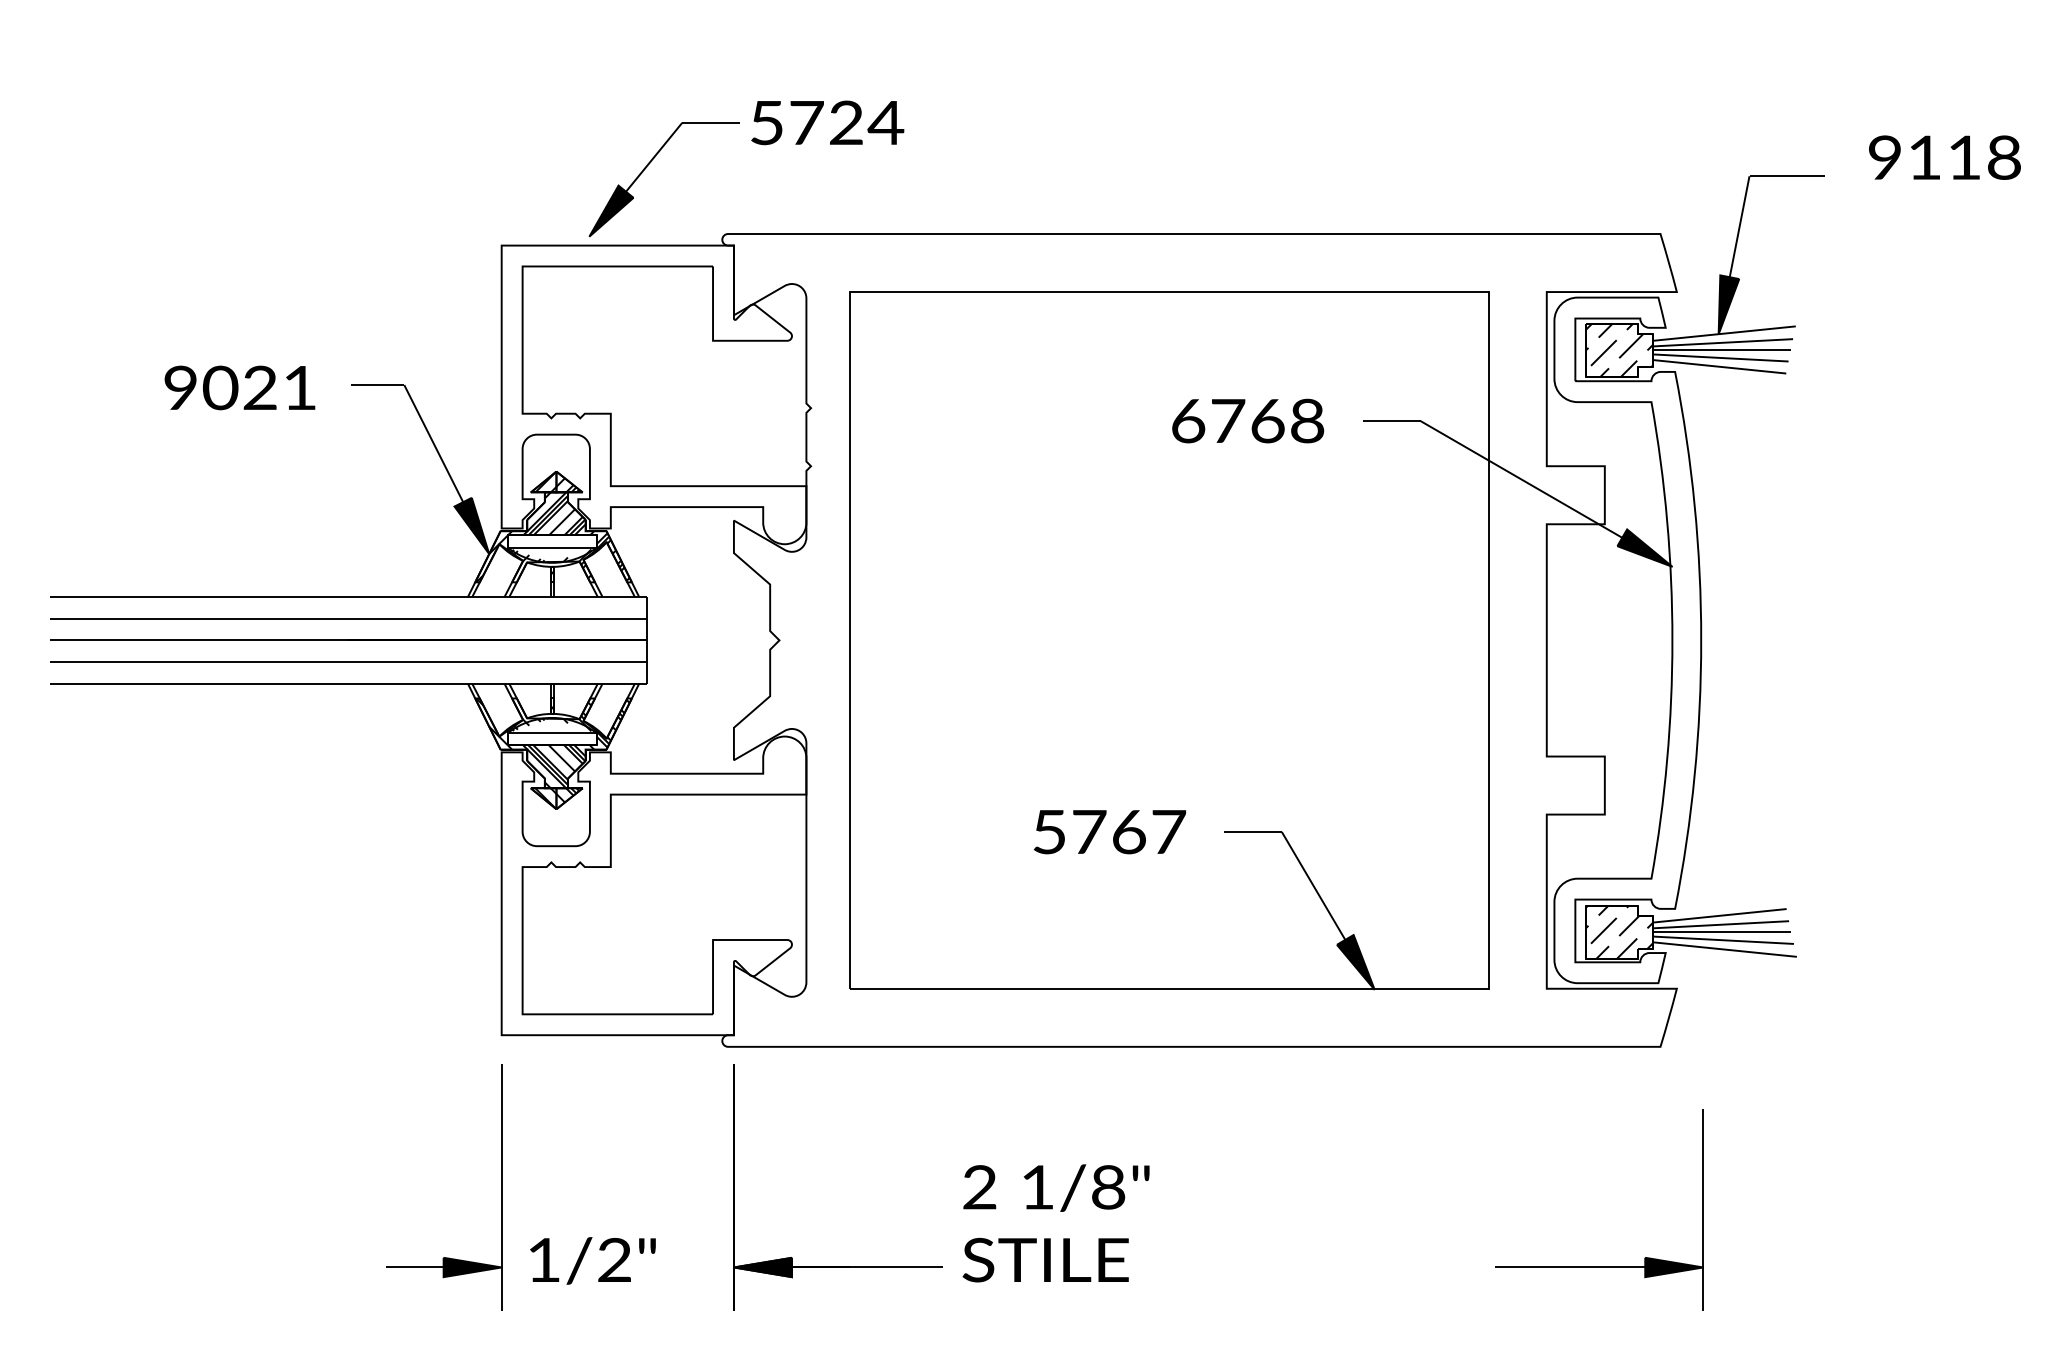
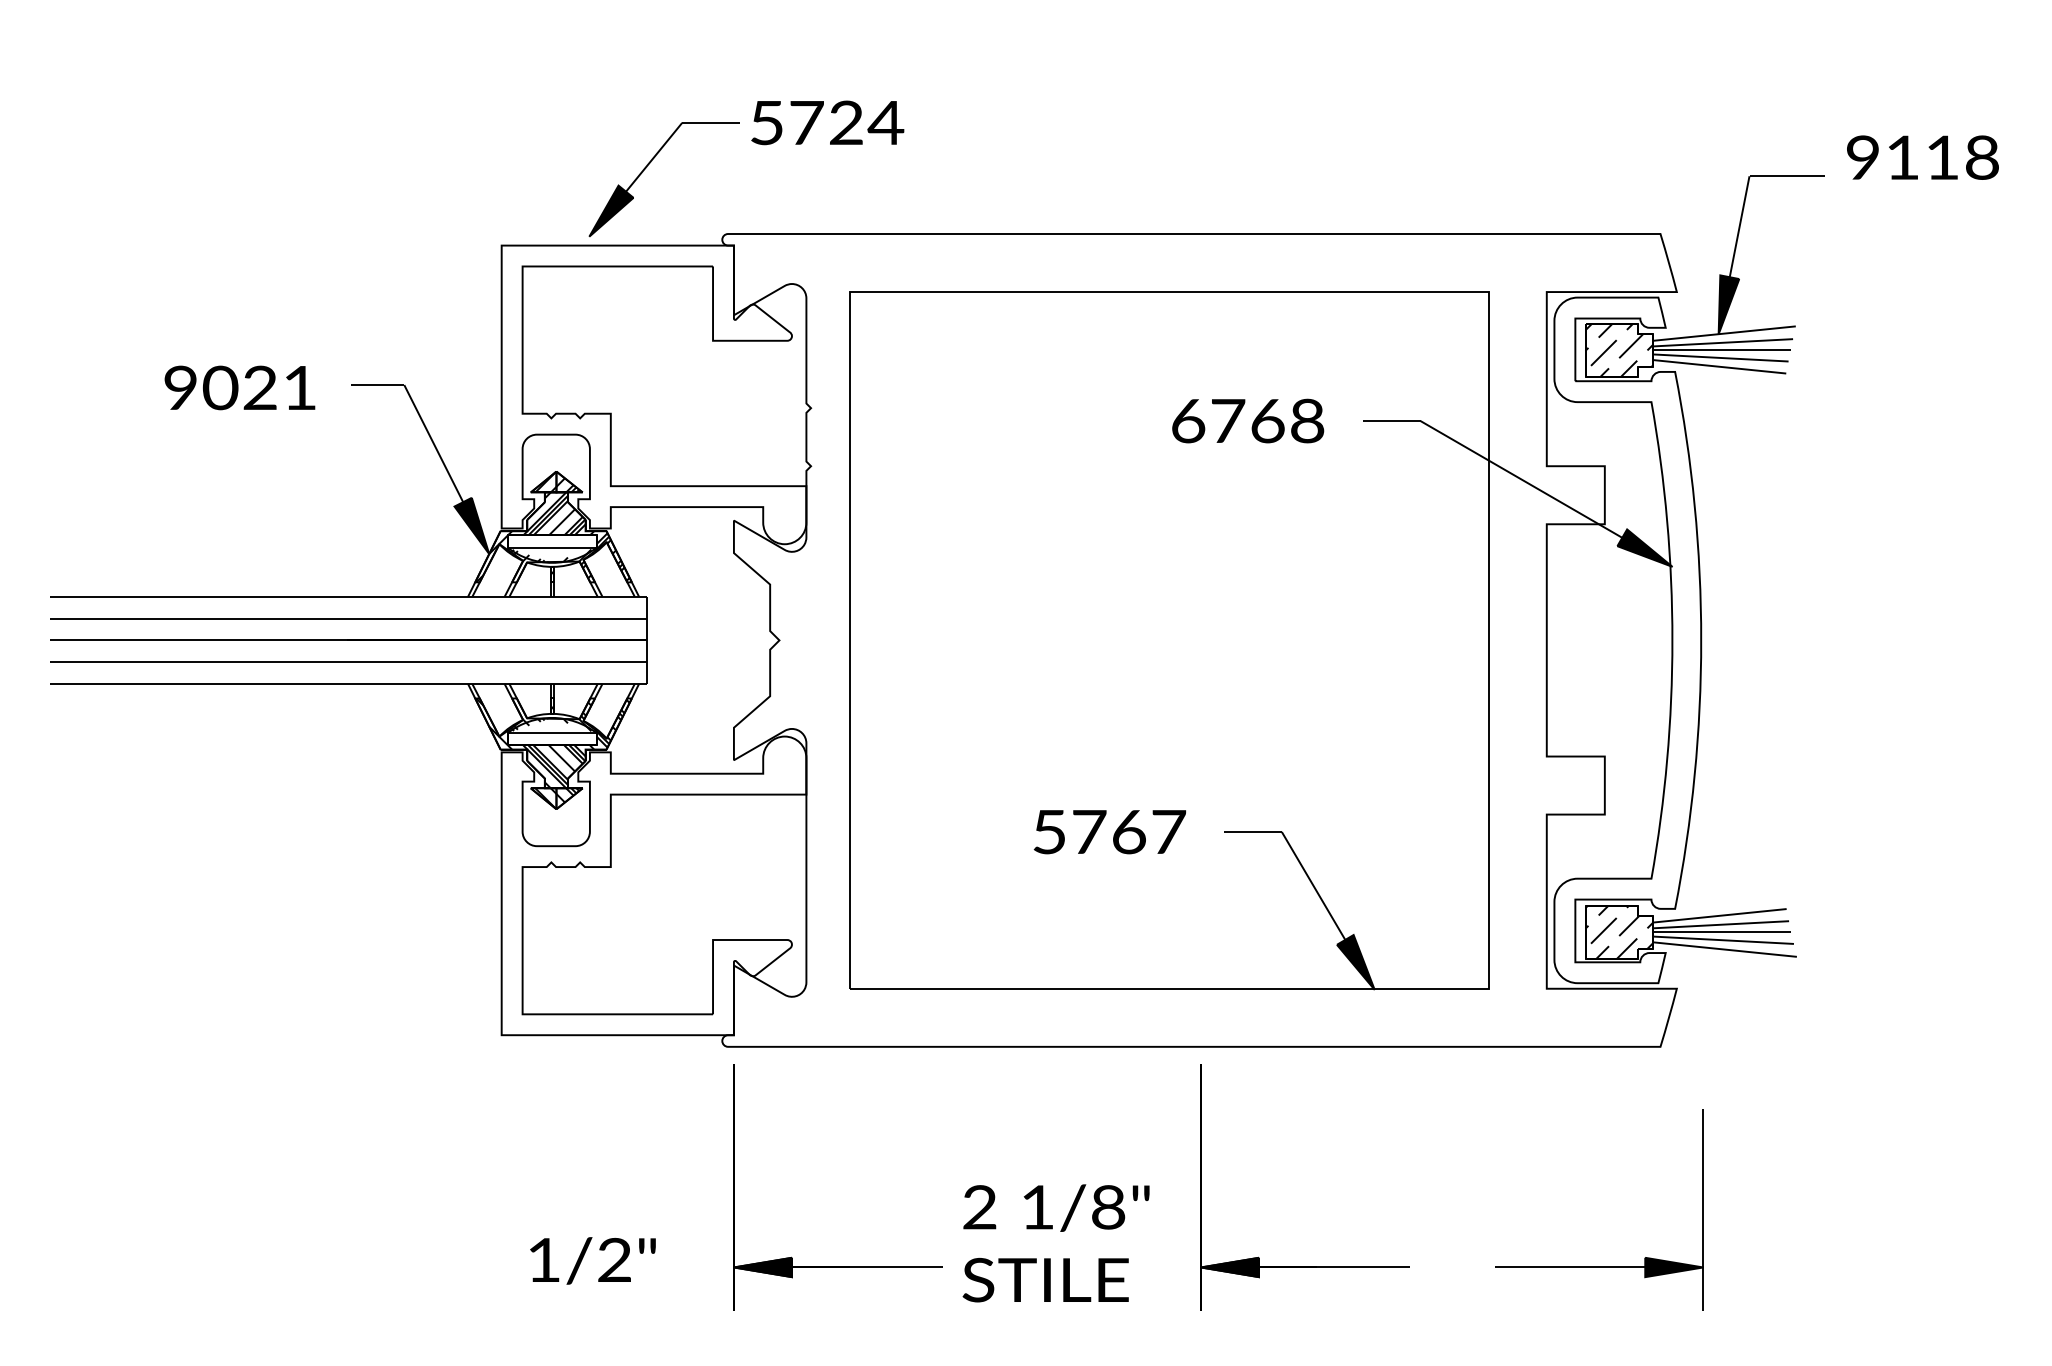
text at (1944, 157) position: (1944, 157) -> (1922, 157)
part at (501, 1187): present -> none
text at (1055, 1223) position: (1055, 1223) -> (1055, 1243)
part at (1304, 1266): none -> present
